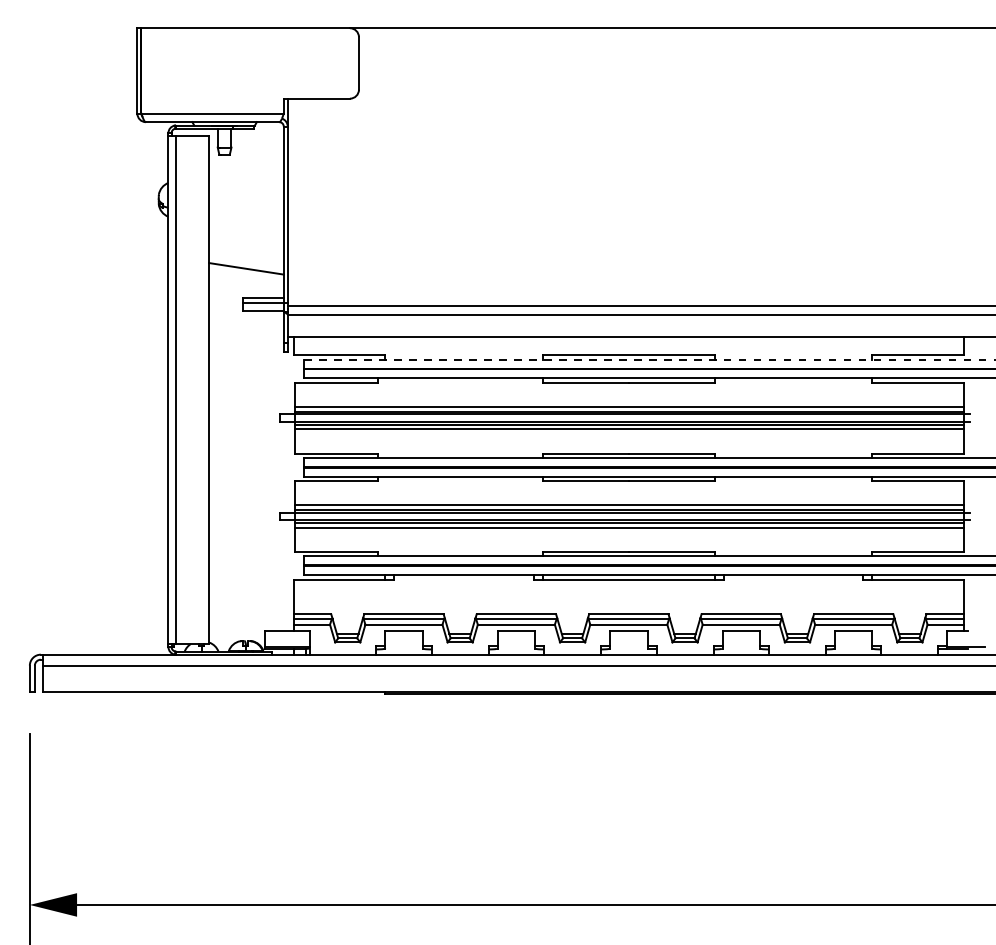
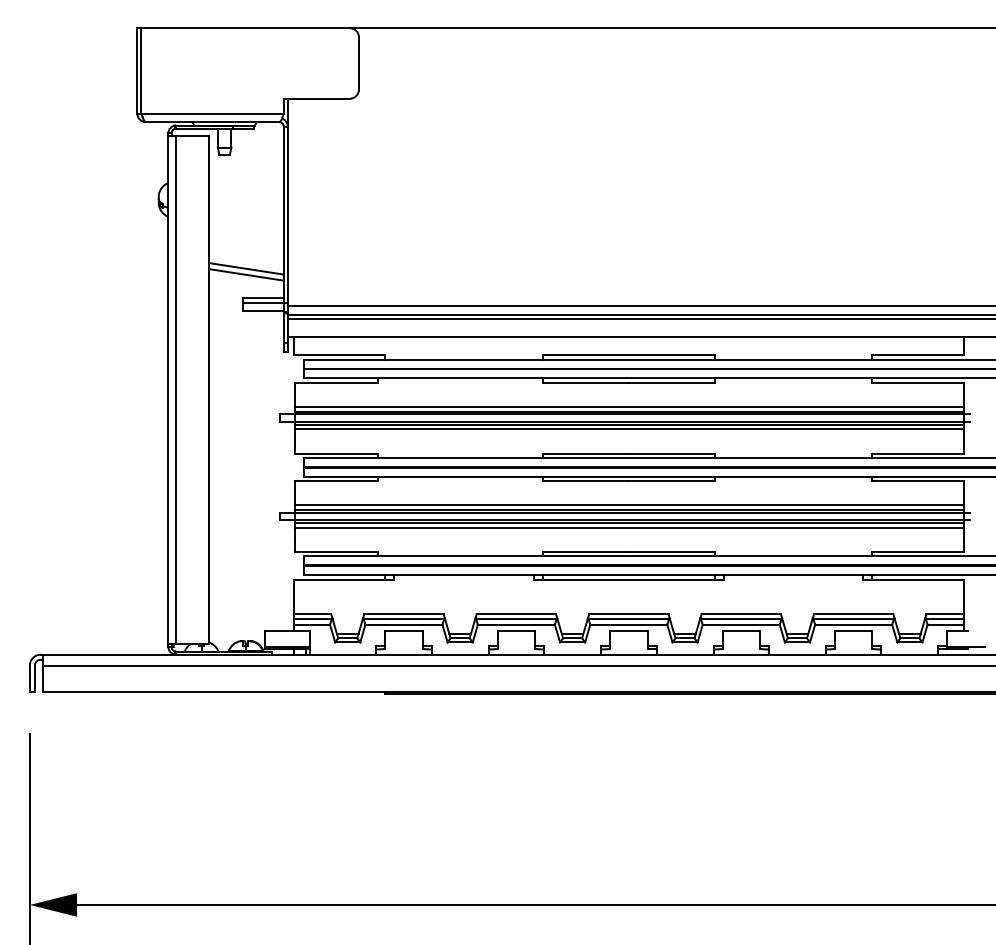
line at (246, 274): none -> present
line at (639, 319): none -> present
line at (650, 359): dashed -> solid
